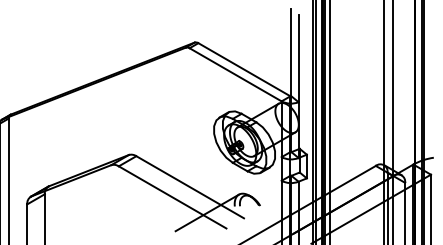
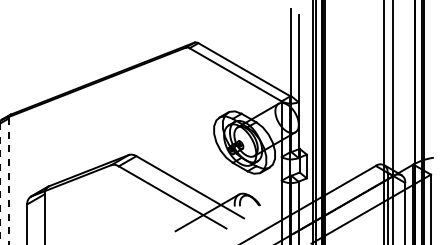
line at (329, 121): present -> none
line at (8, 181): solid -> dashed
line at (0, 183): solid -> dashed
